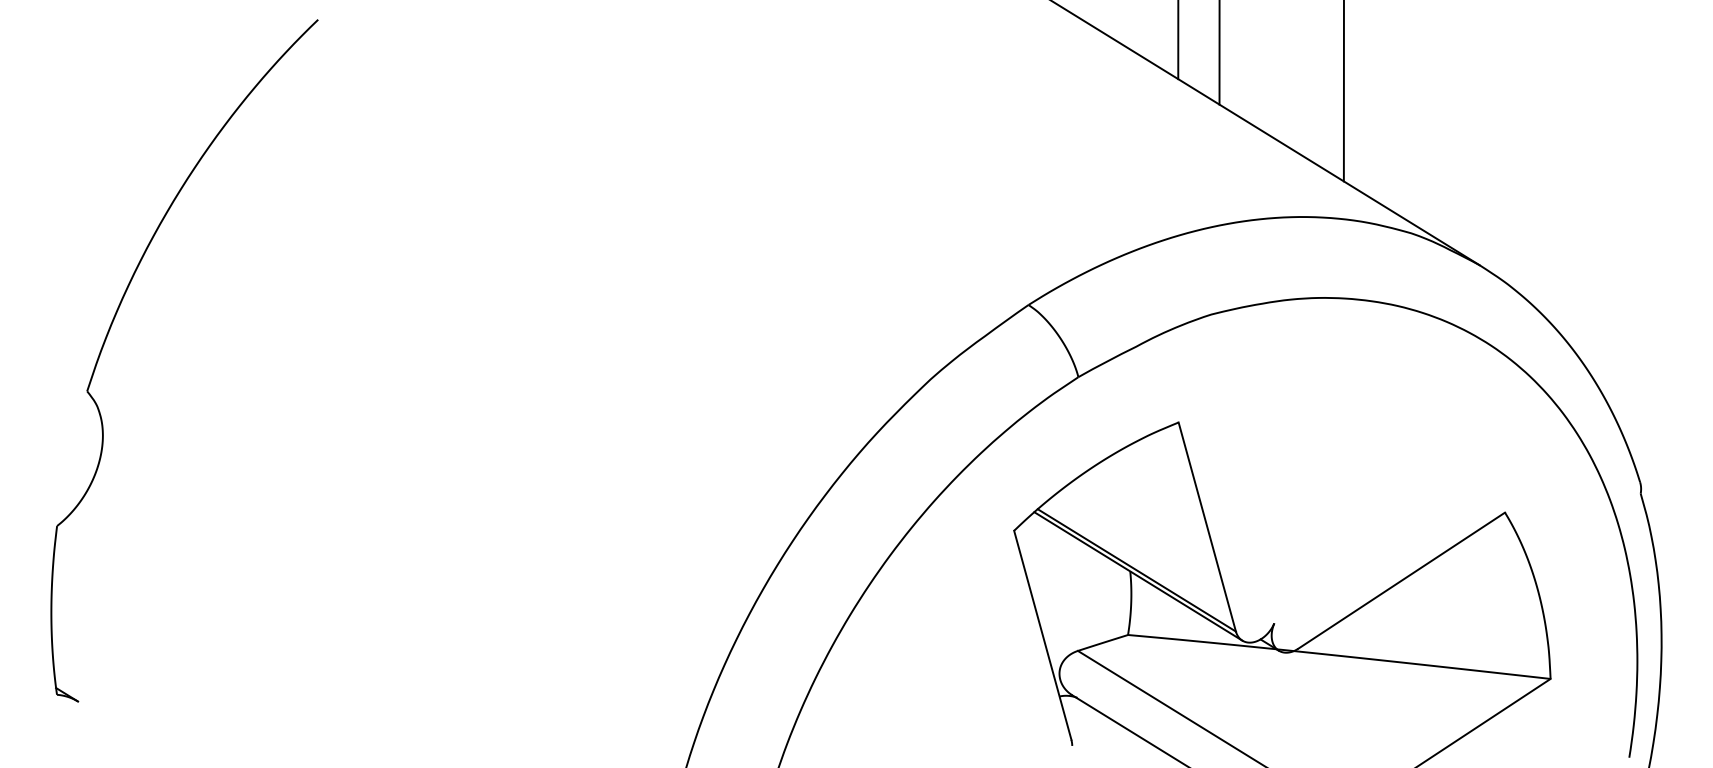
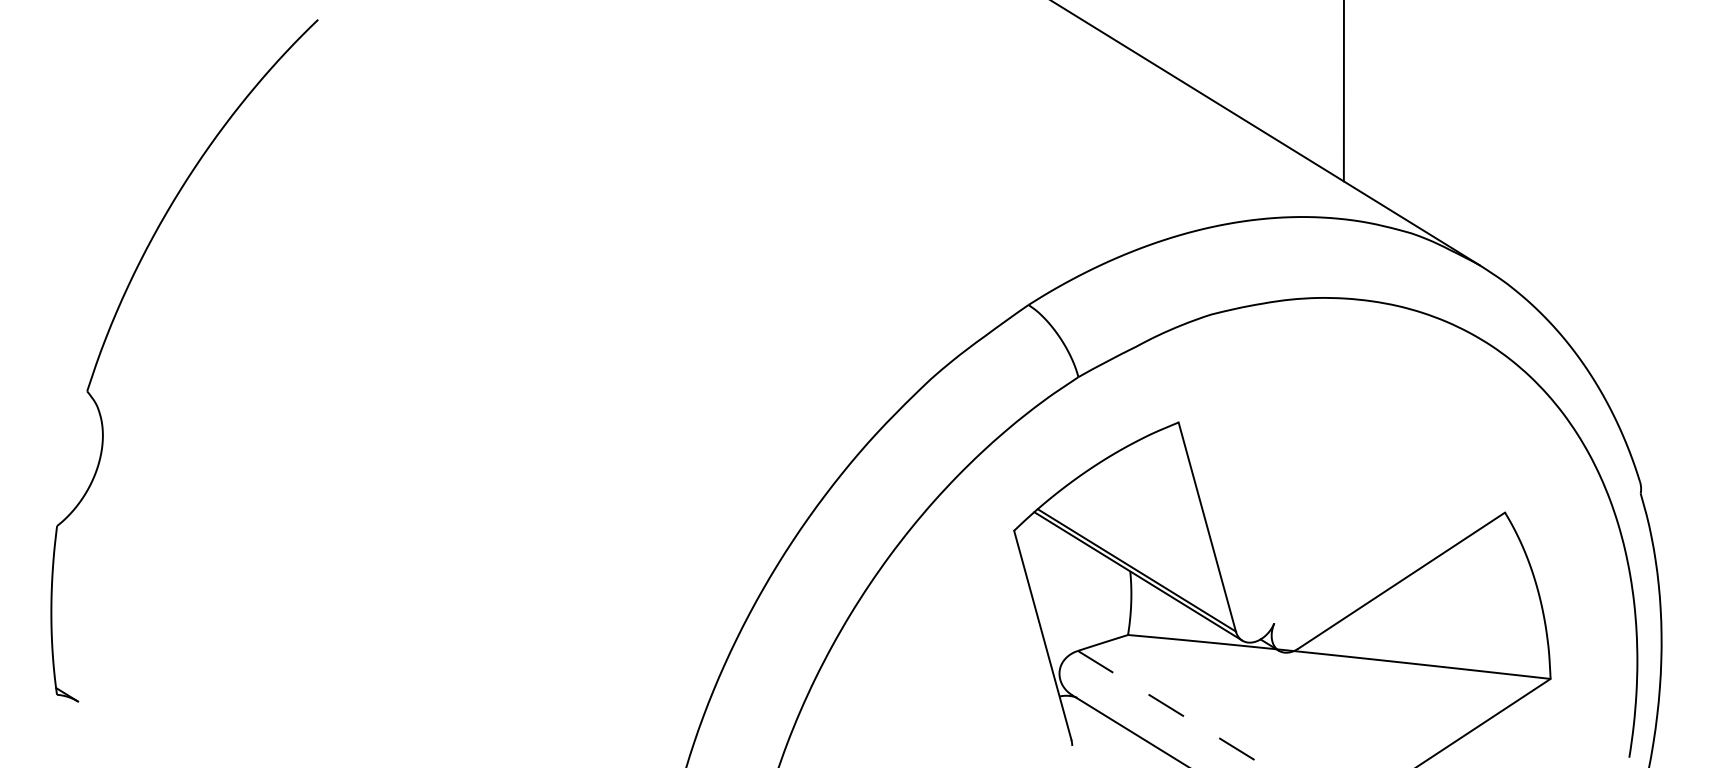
line at (1178, 40): present -> none
line at (1219, 53): present -> none
line at (1173, 709): solid -> dashed
